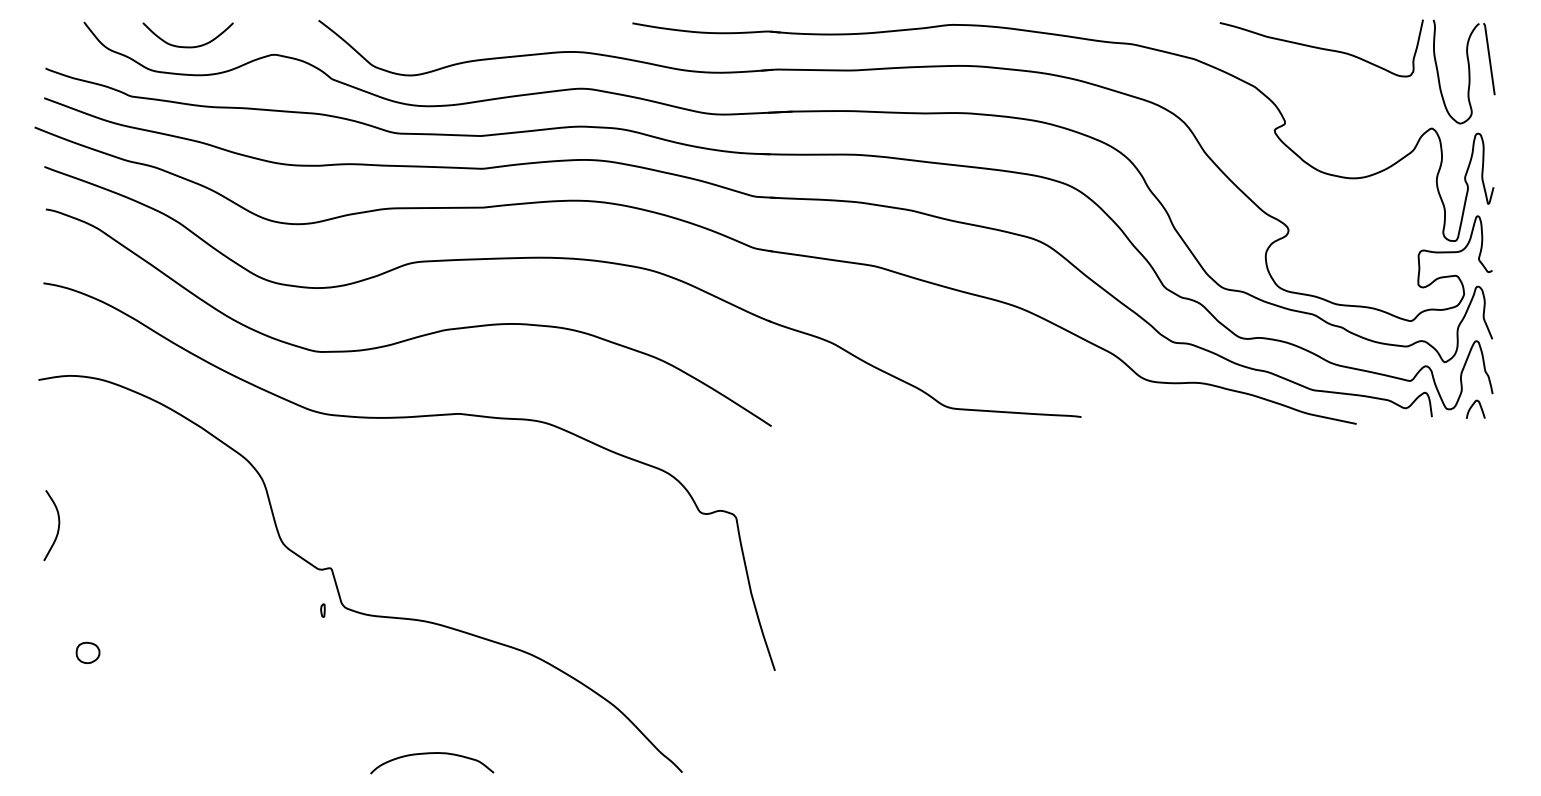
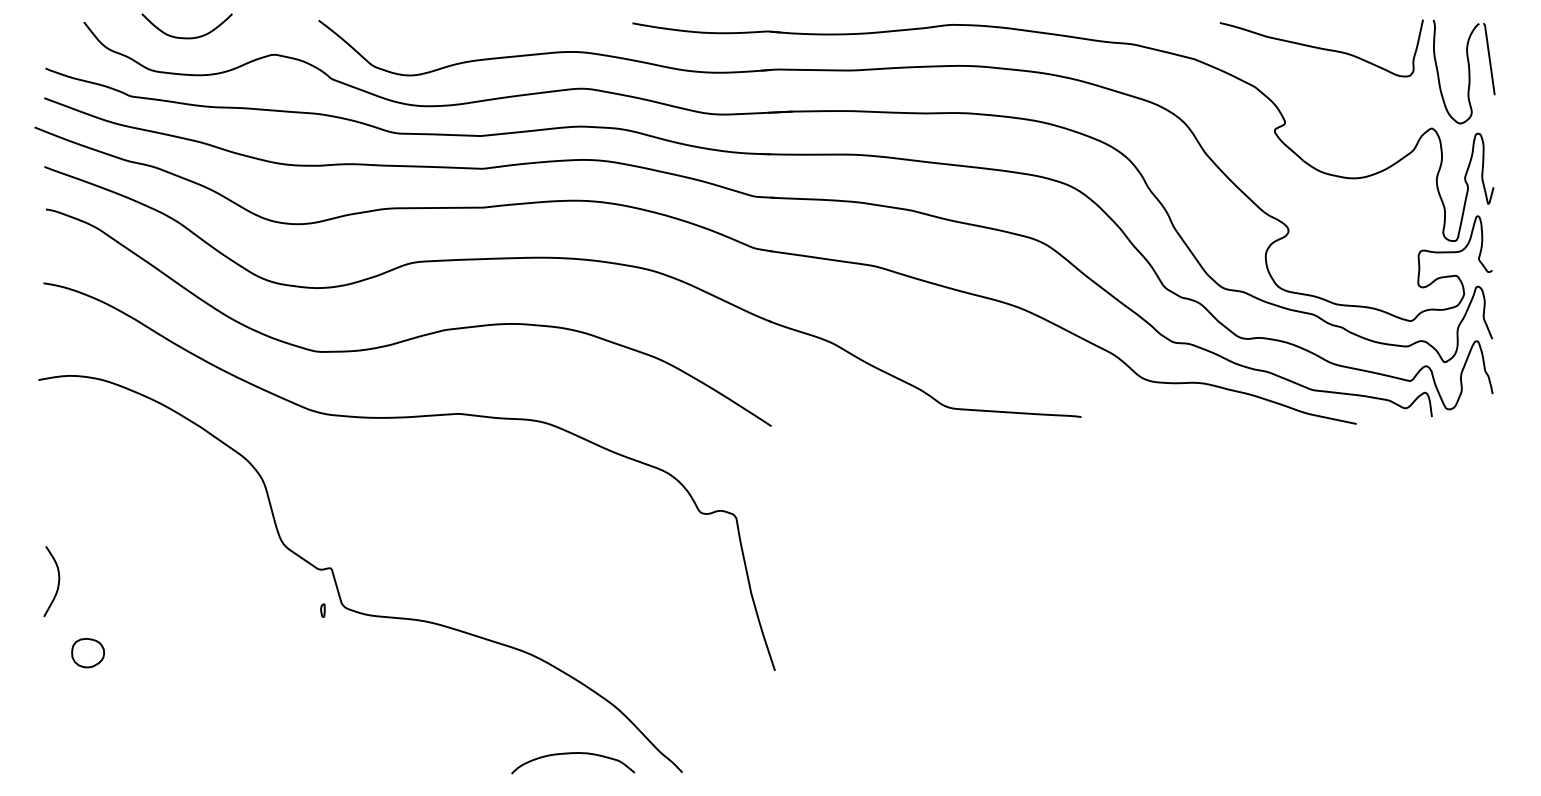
curve at (187, 46) position: (187, 46) -> (186, 37)
curve at (1472, 407): present -> none
curve at (57, 528) position: (57, 528) -> (57, 584)
part at (87, 652) size: 26x23 px -> 34x31 px
curve at (430, 754) position: (430, 754) -> (571, 754)
